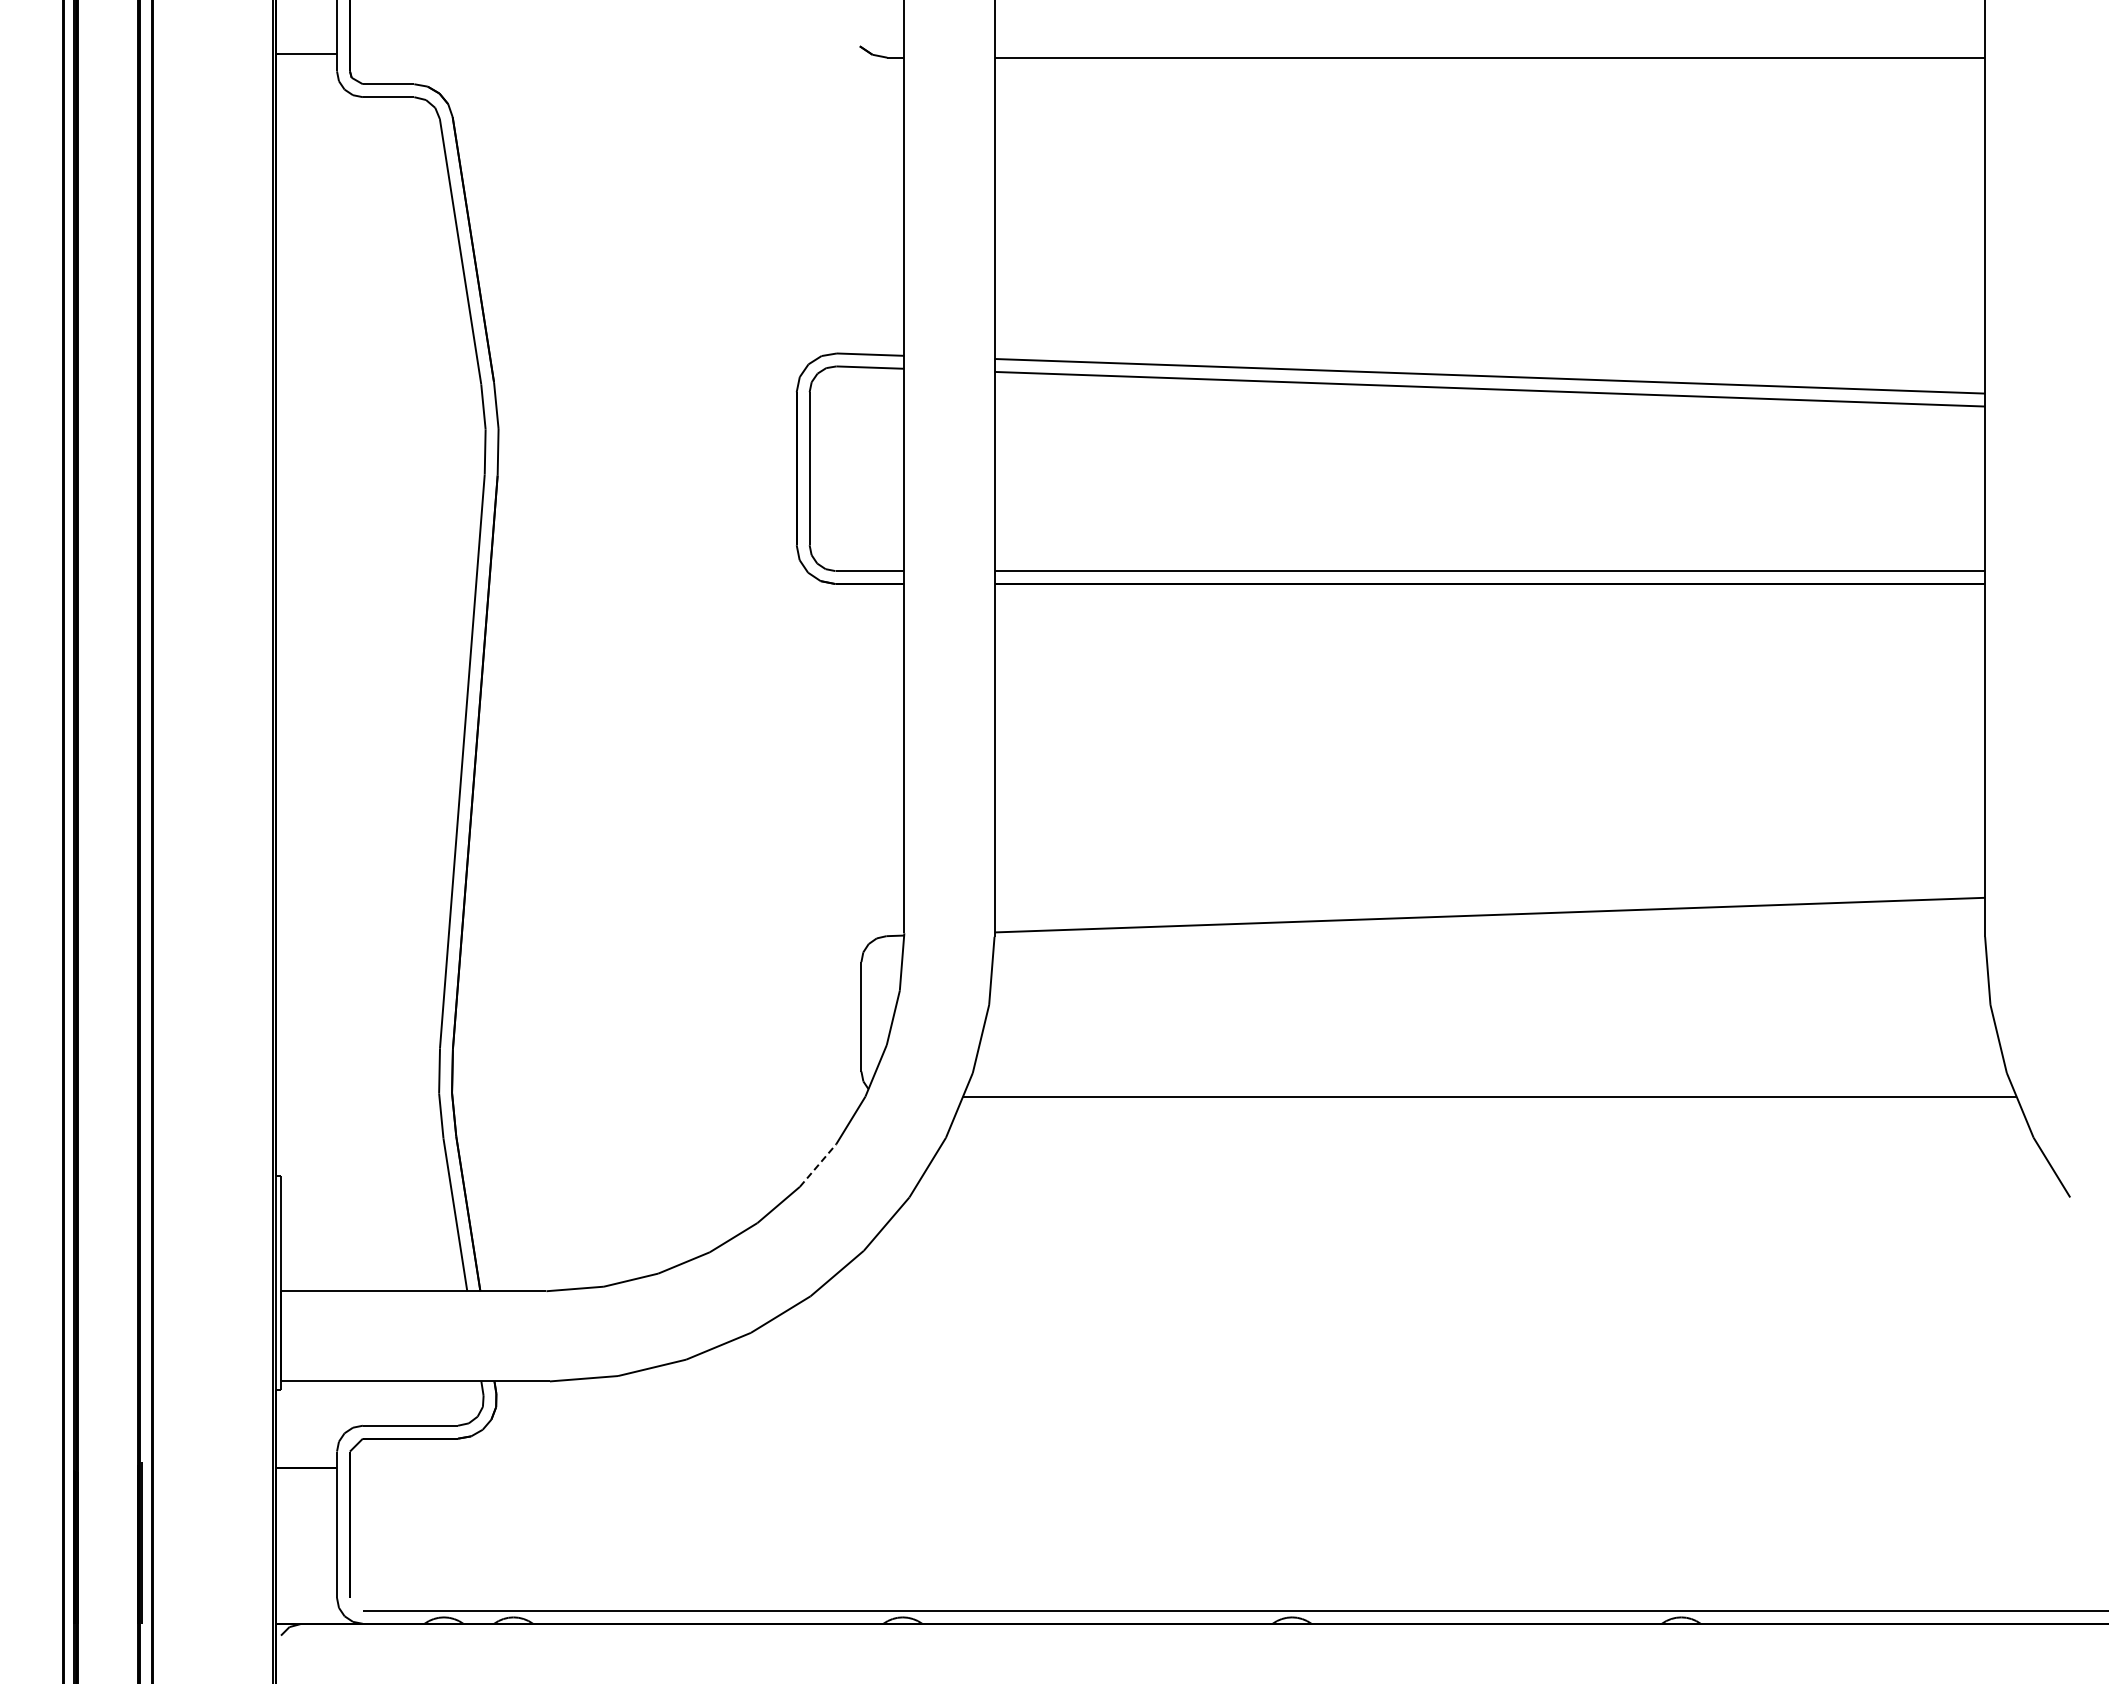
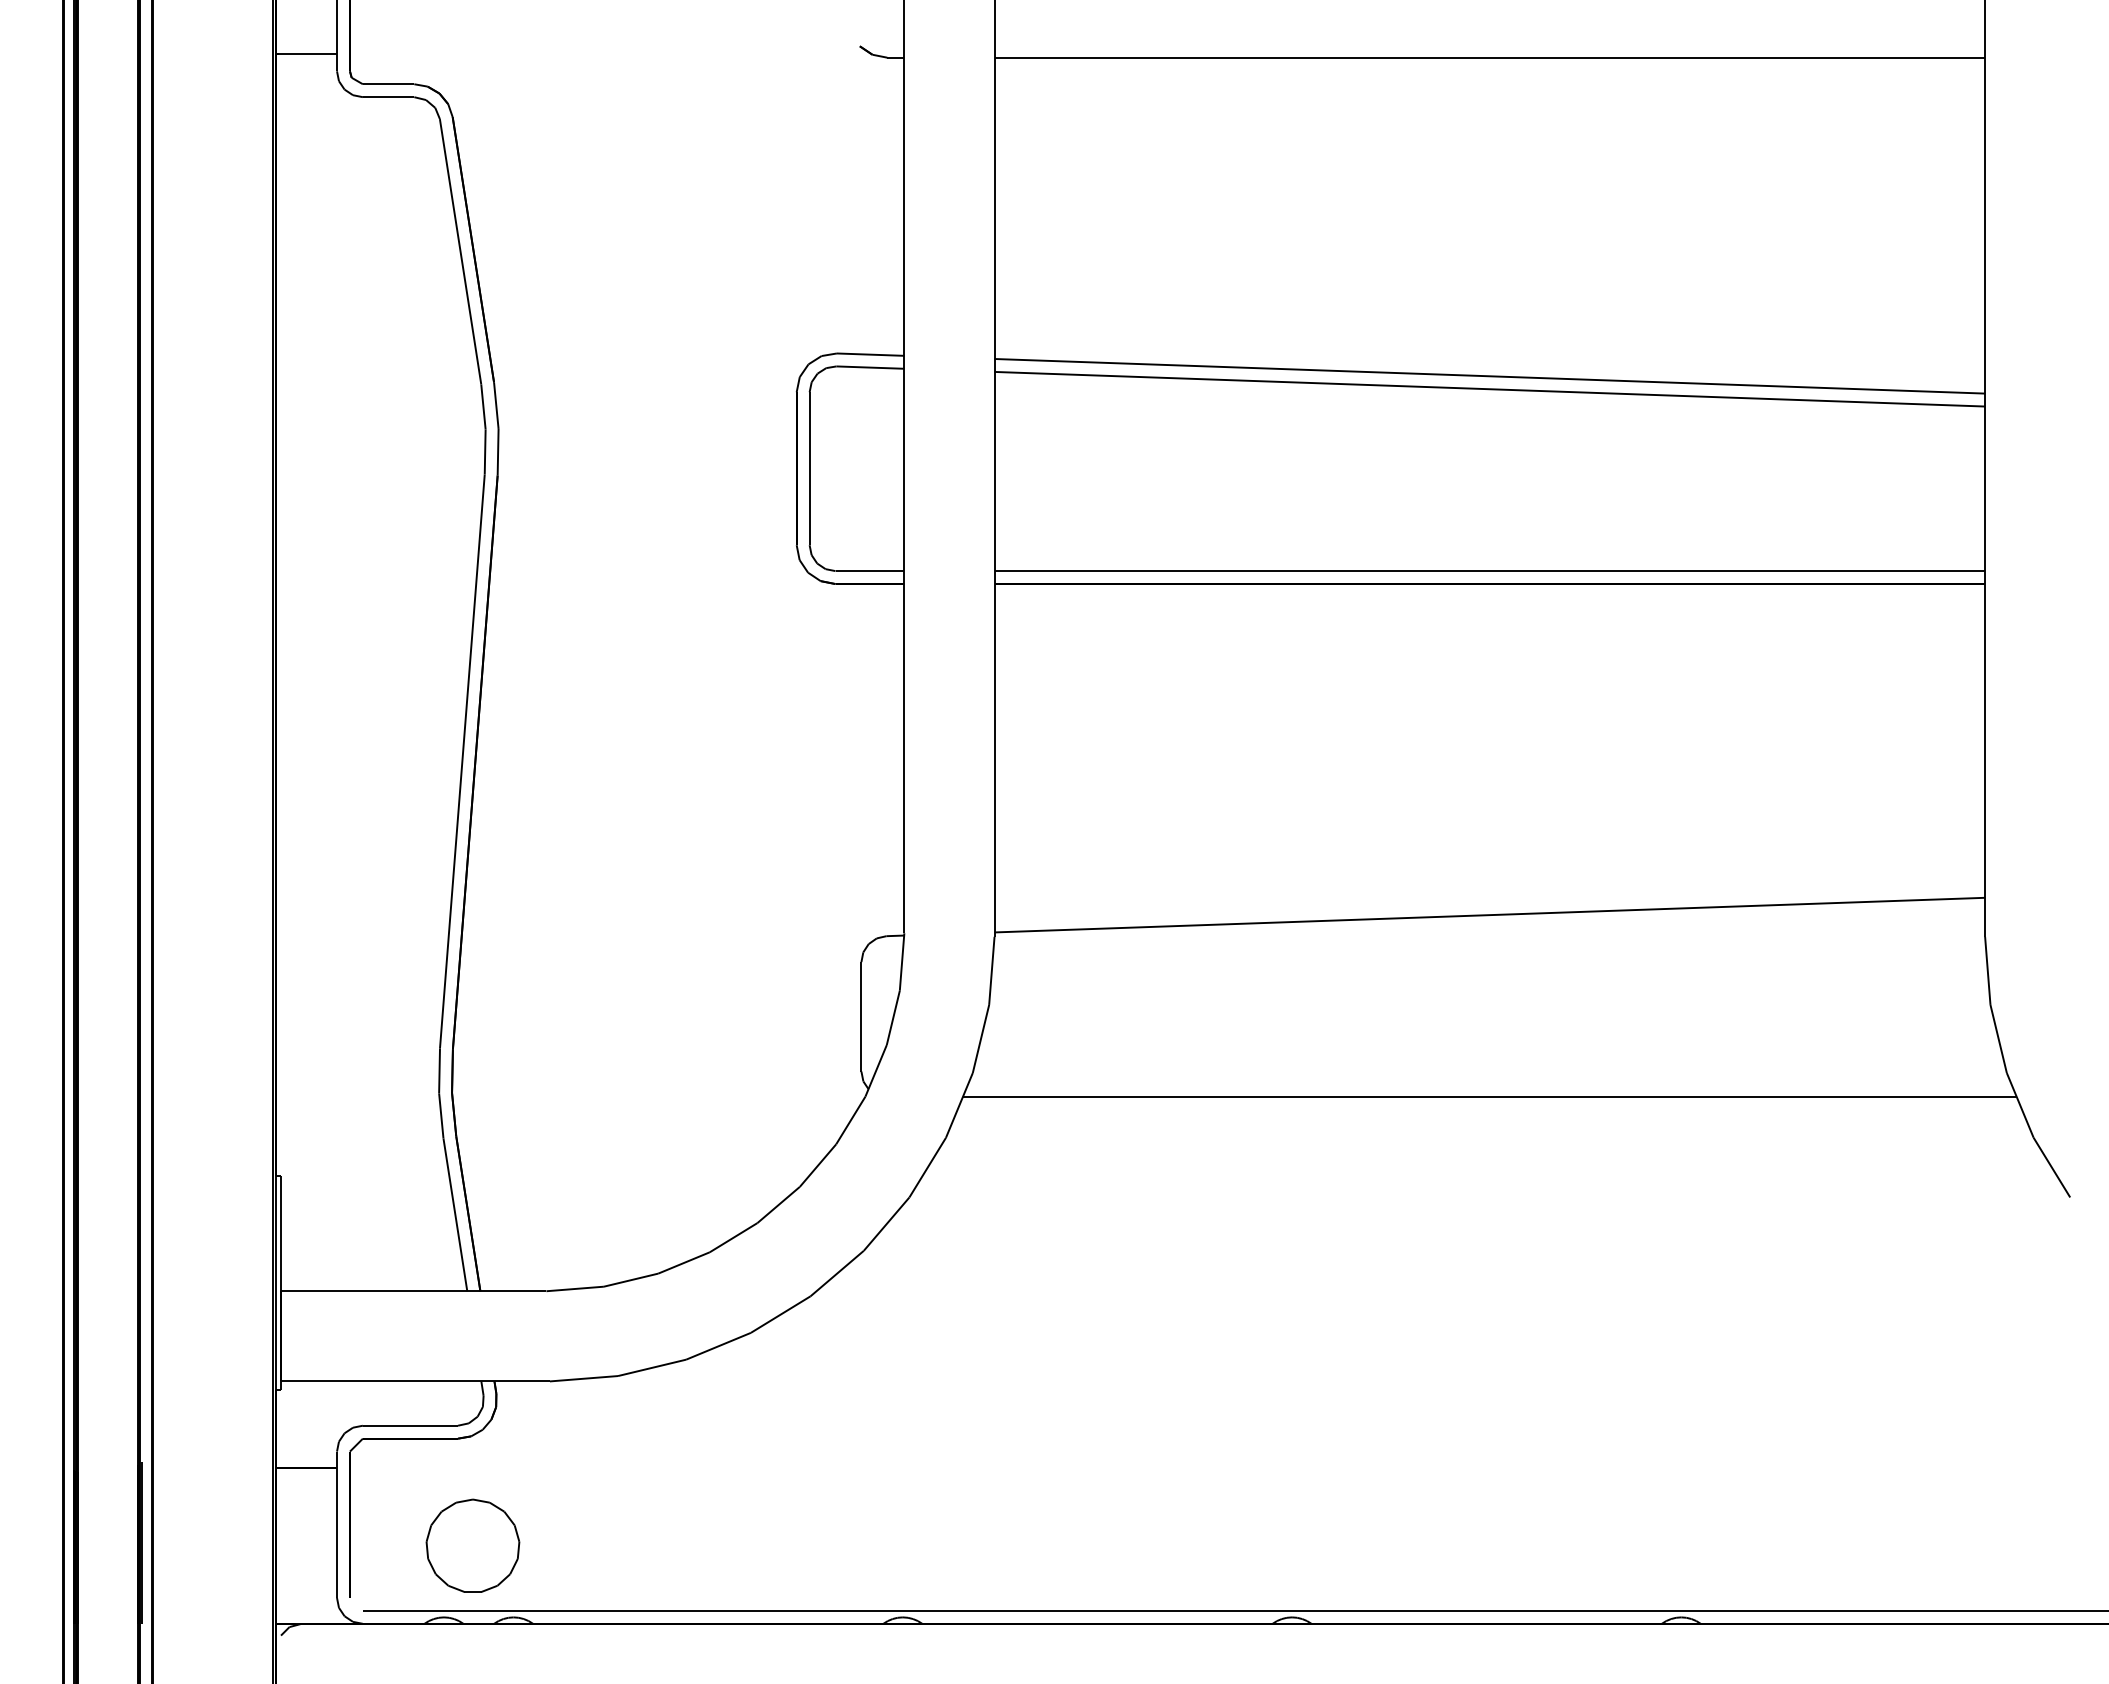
line at (818, 1165): dashed -> solid
part at (472, 1545): none -> present
